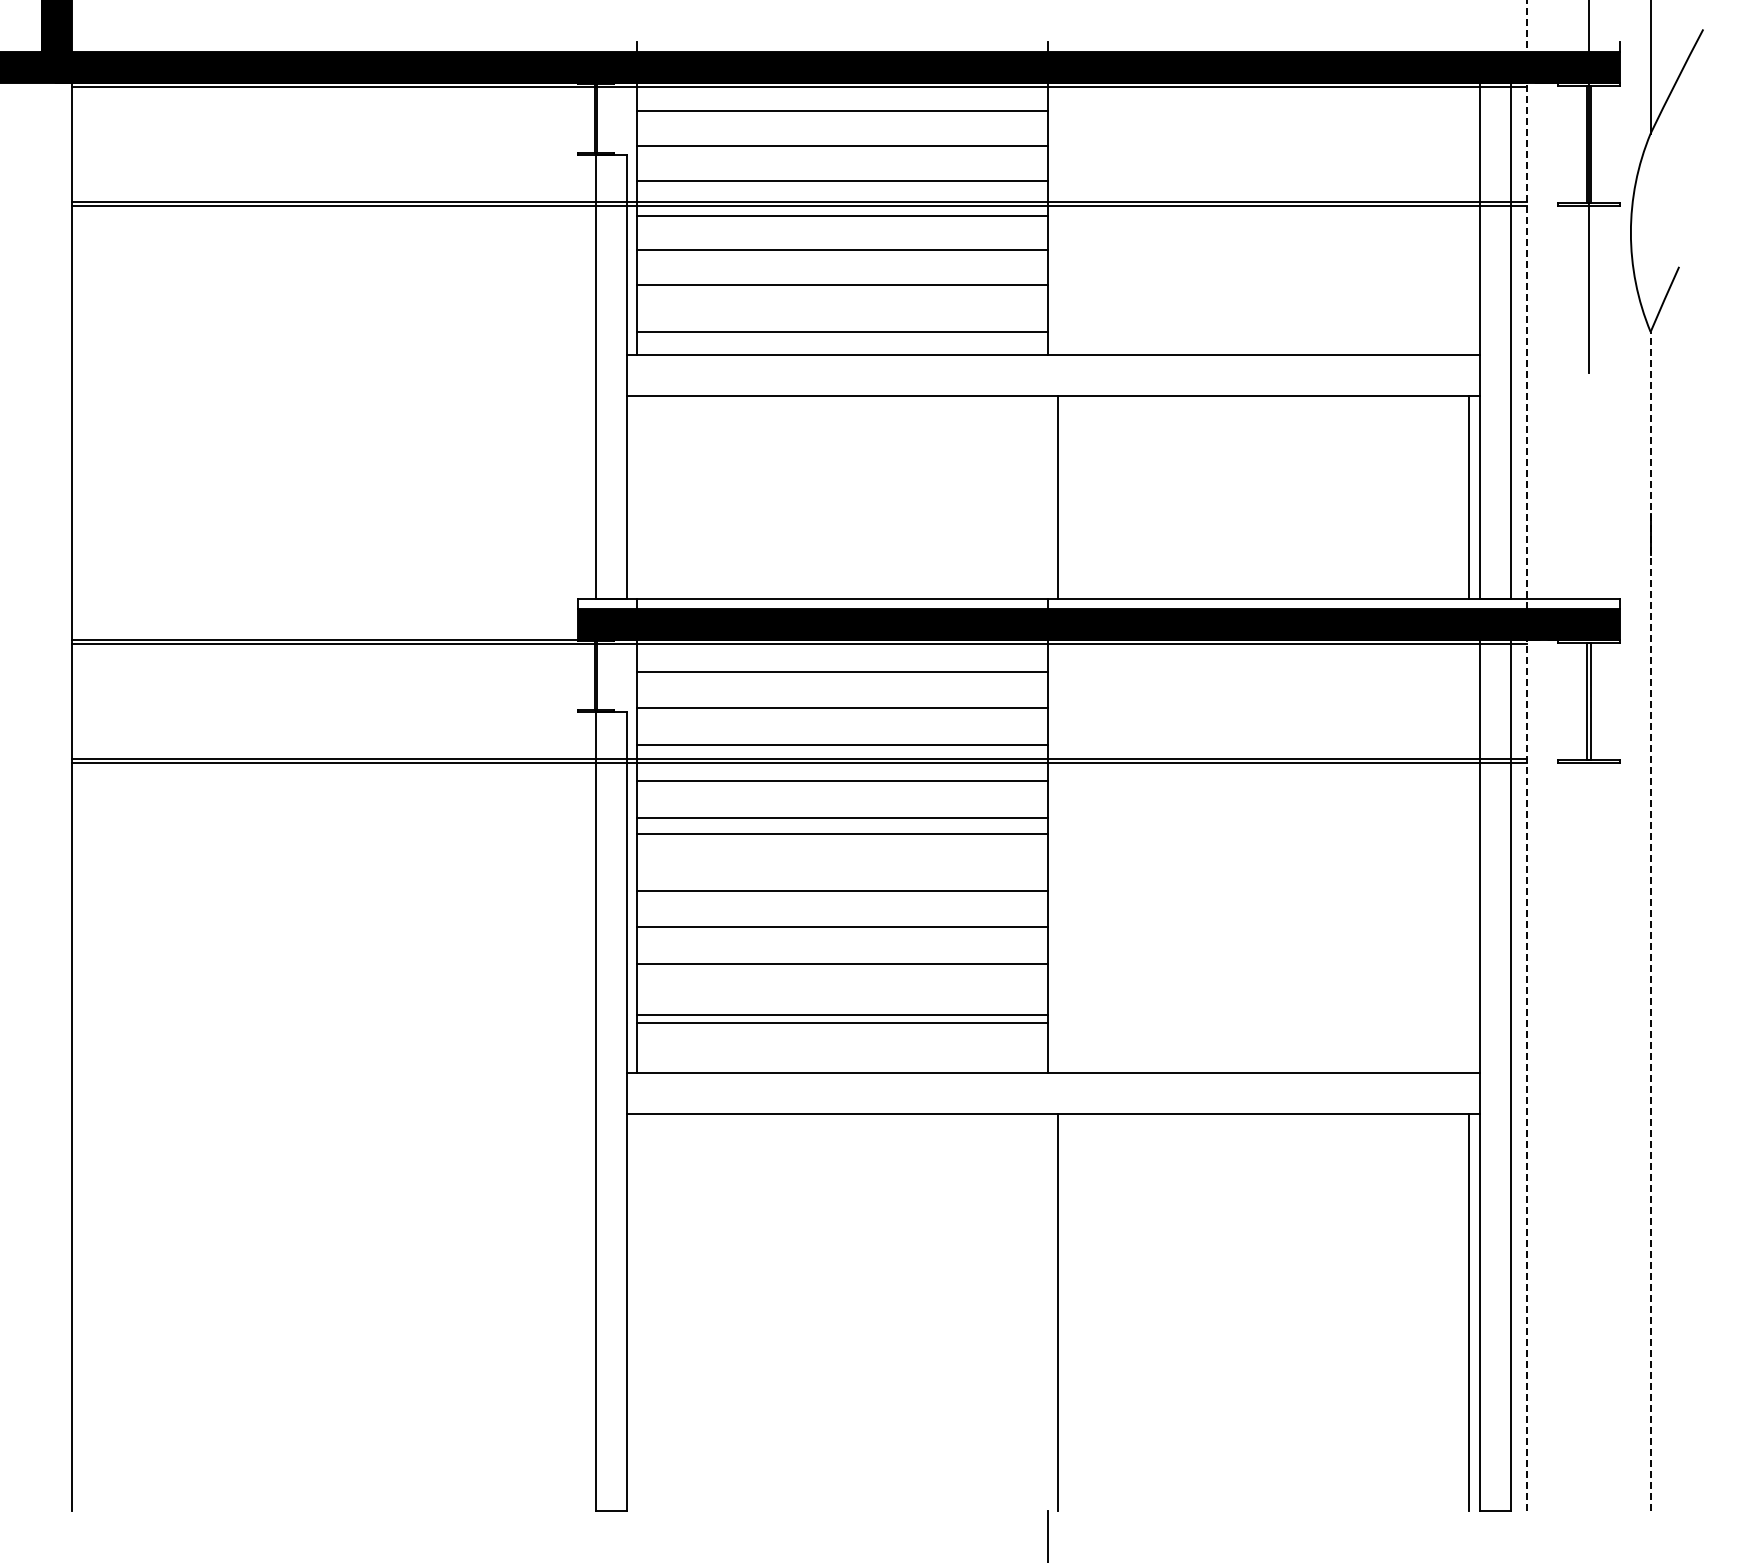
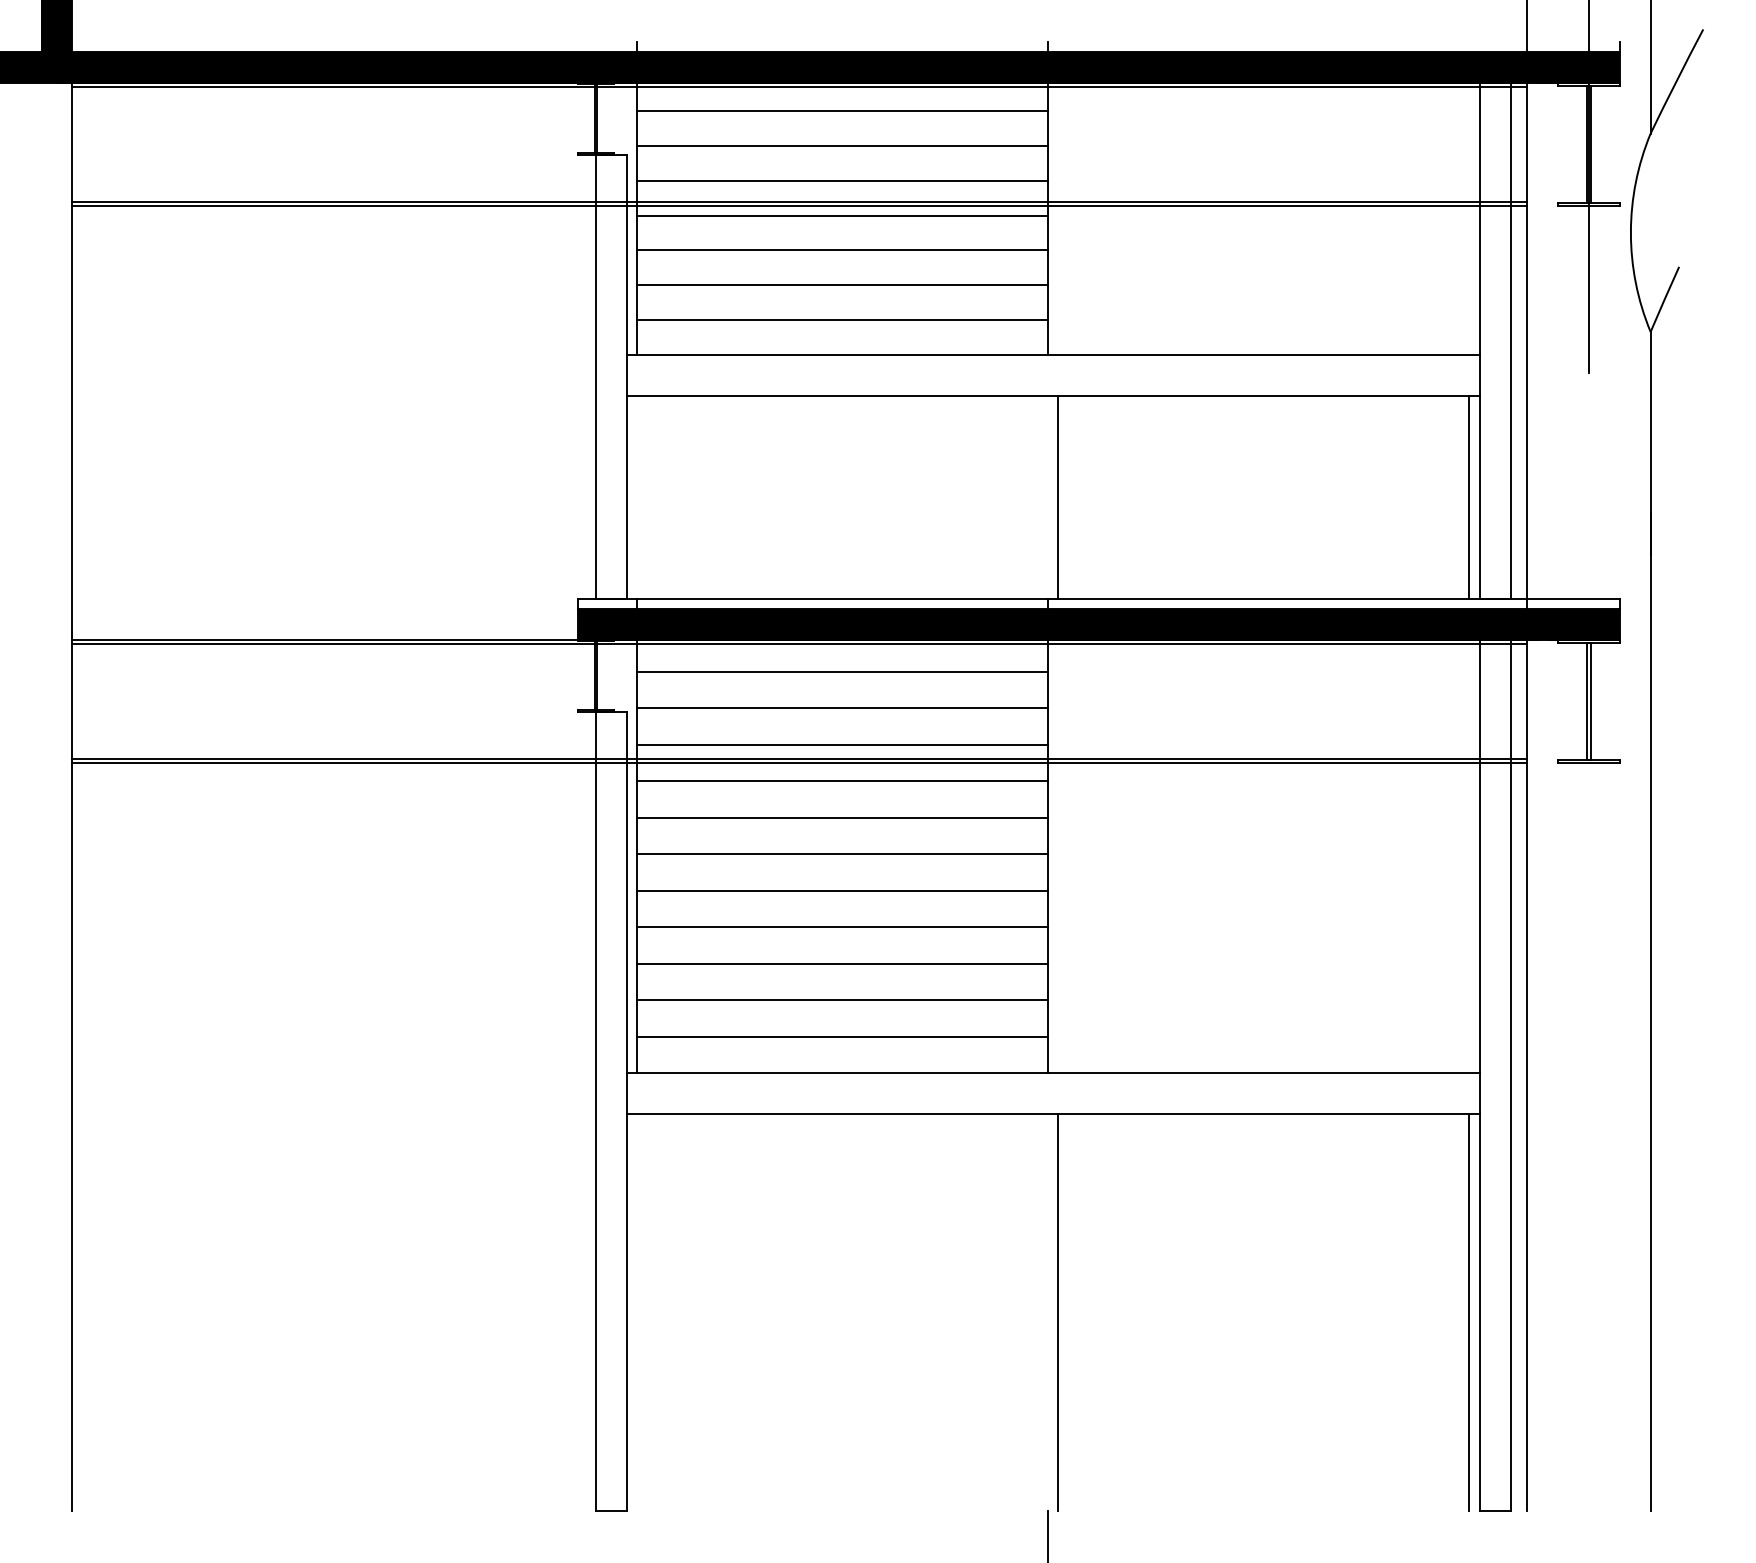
line at (842, 332) position: (842, 332) -> (842, 320)
line at (1527, 755): dashed -> solid
line at (842, 834) position: (842, 834) -> (842, 854)
line at (1650, 921): dashed -> solid
line at (842, 1015) position: (842, 1015) -> (842, 1000)
line at (842, 1022) position: (842, 1022) -> (842, 1036)
